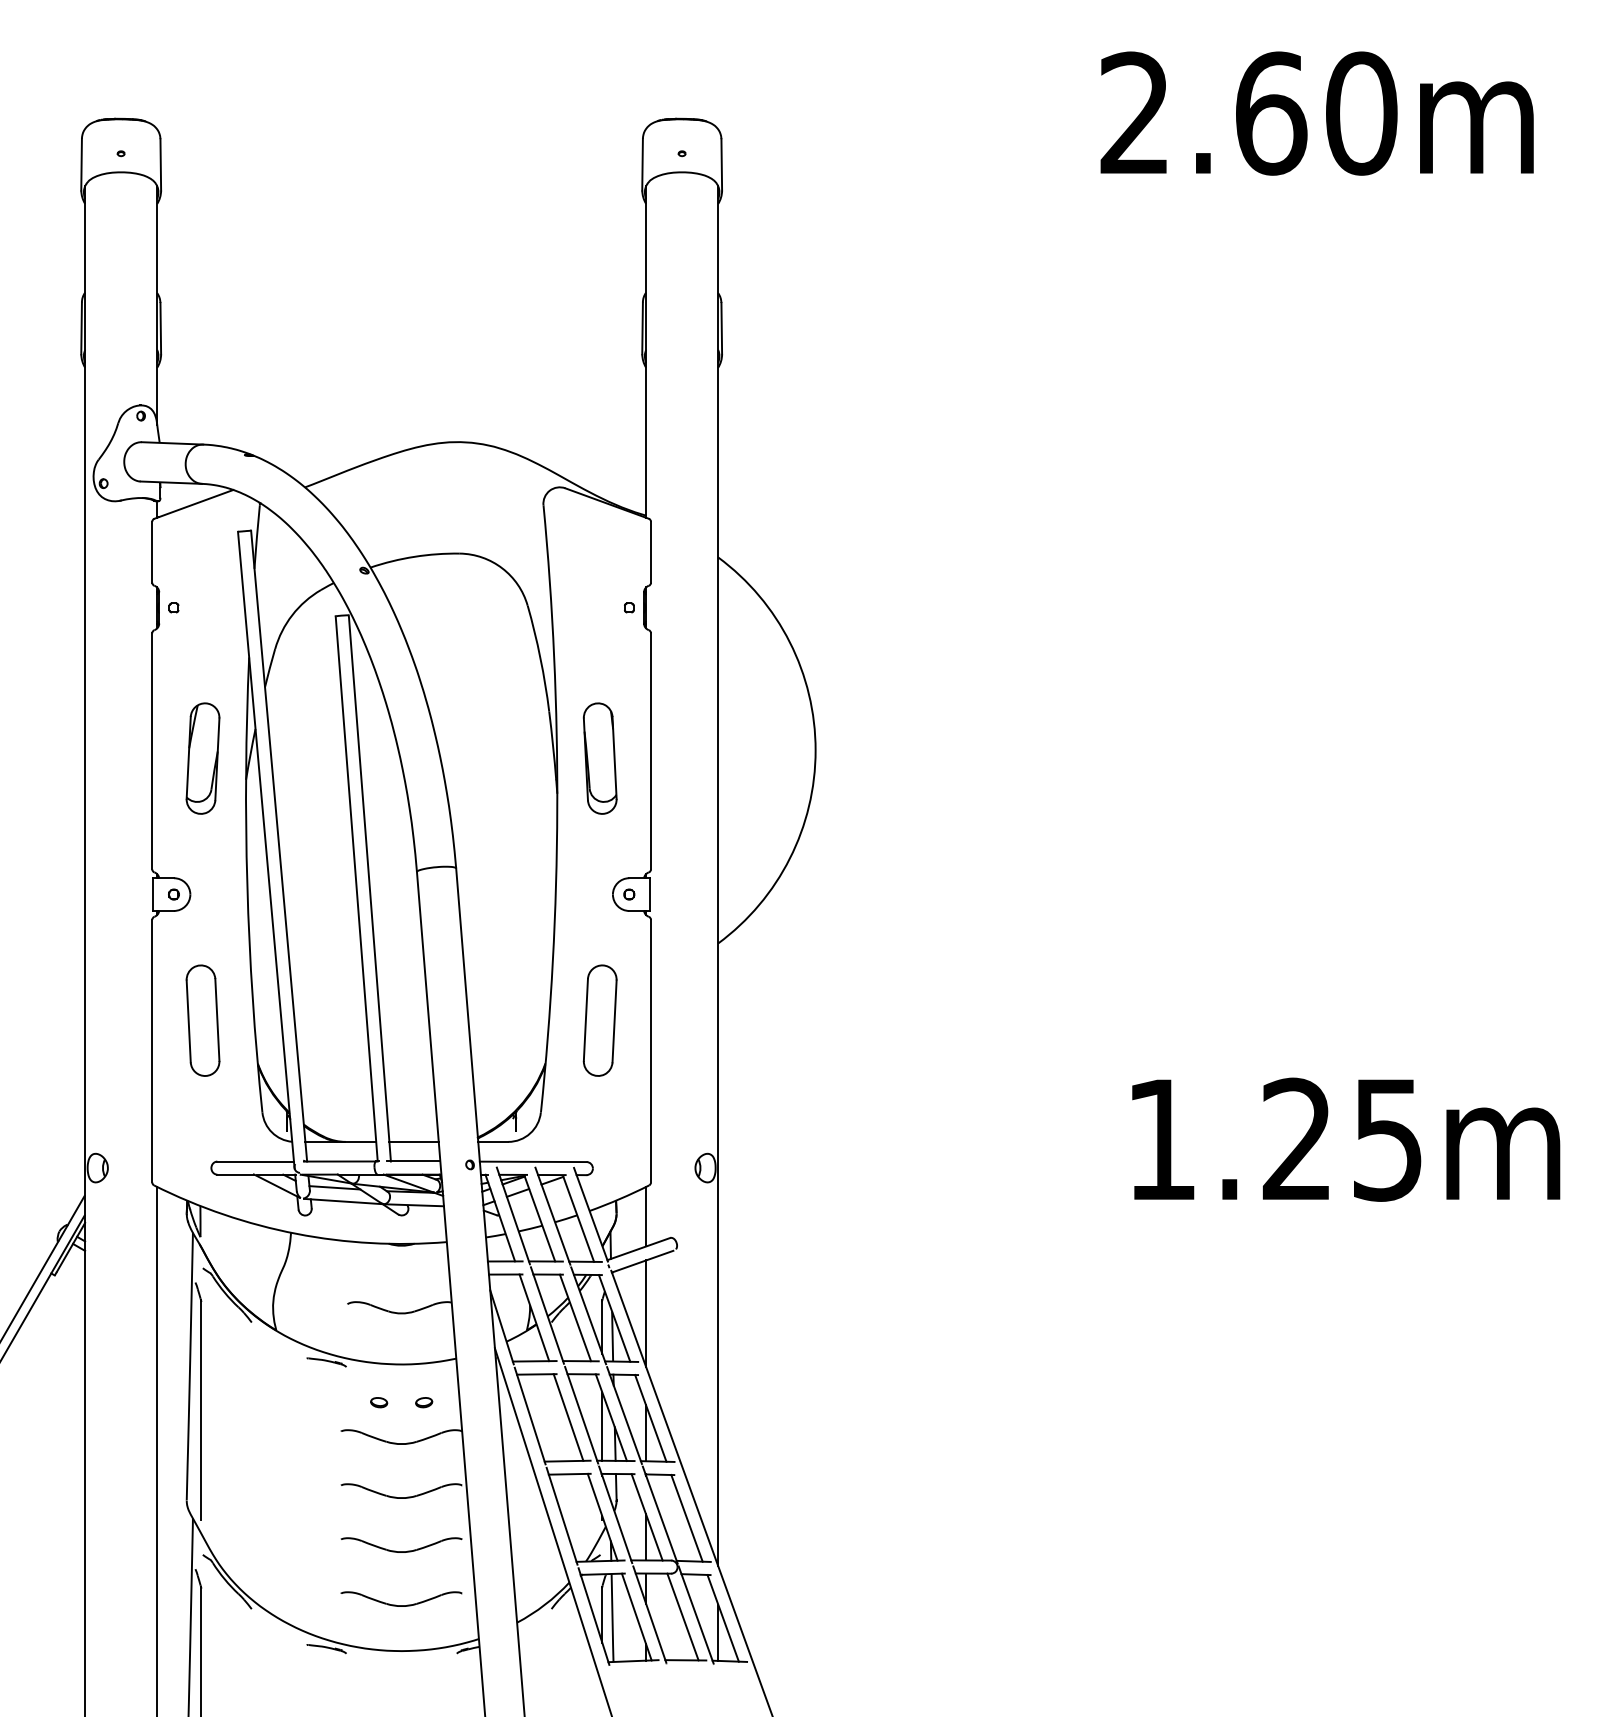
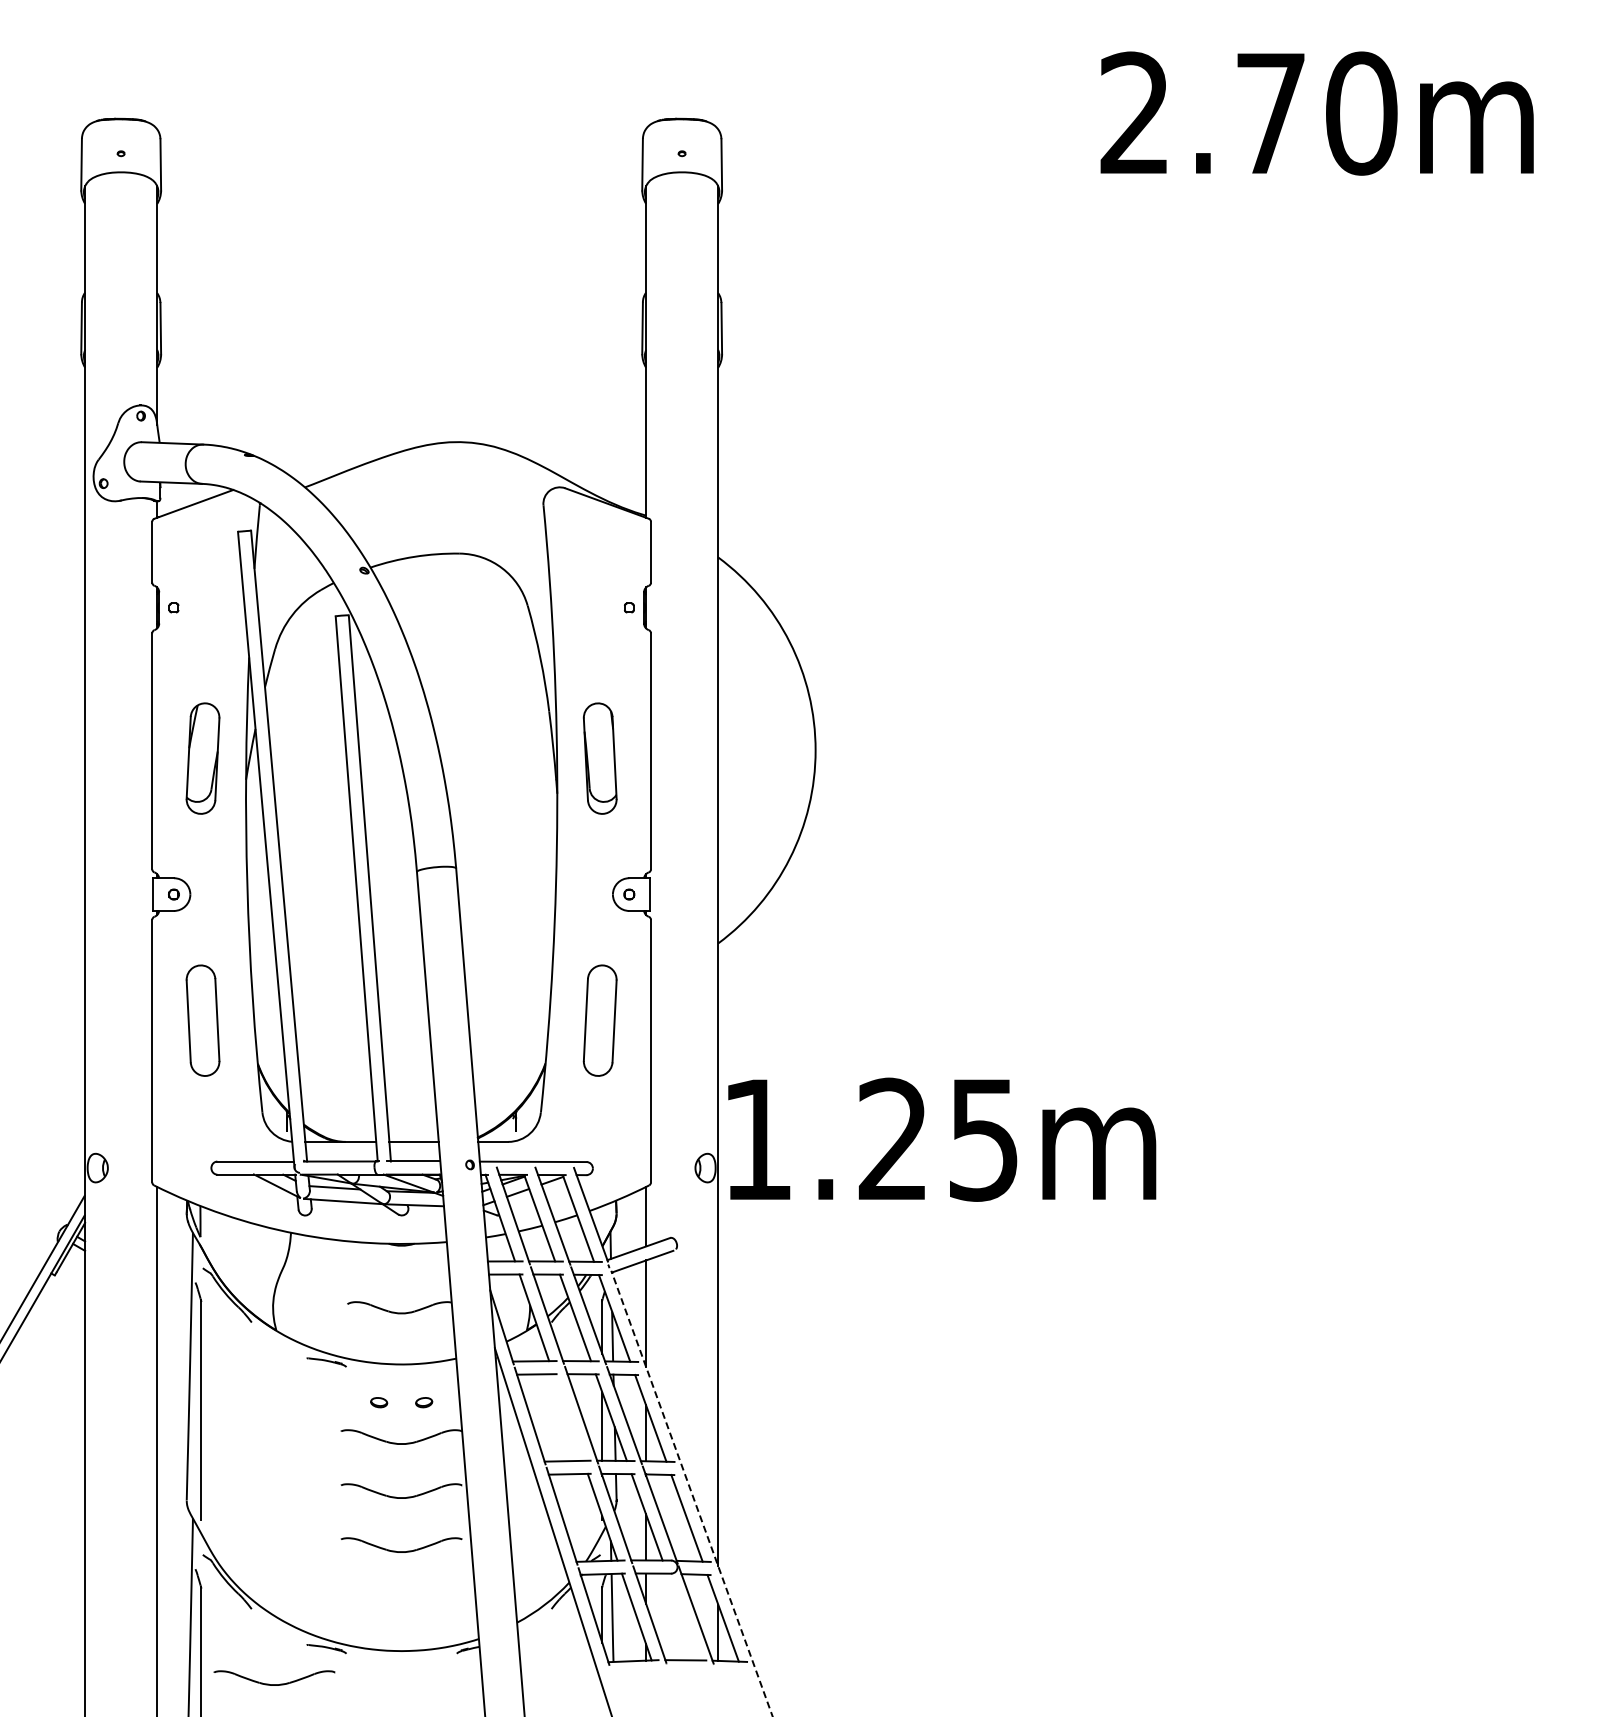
text at (1271, 113): 2.60m -> 2.70m
text at (1346, 1139) position: (1346, 1139) -> (942, 1139)
line at (568, 1417): present -> none
line at (691, 1493): solid -> dashed
part at (401, 1605) position: (401, 1605) -> (274, 1684)
line at (682, 1616): present -> none
